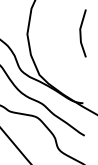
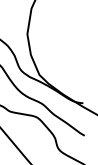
line at (81, 33): present -> none
